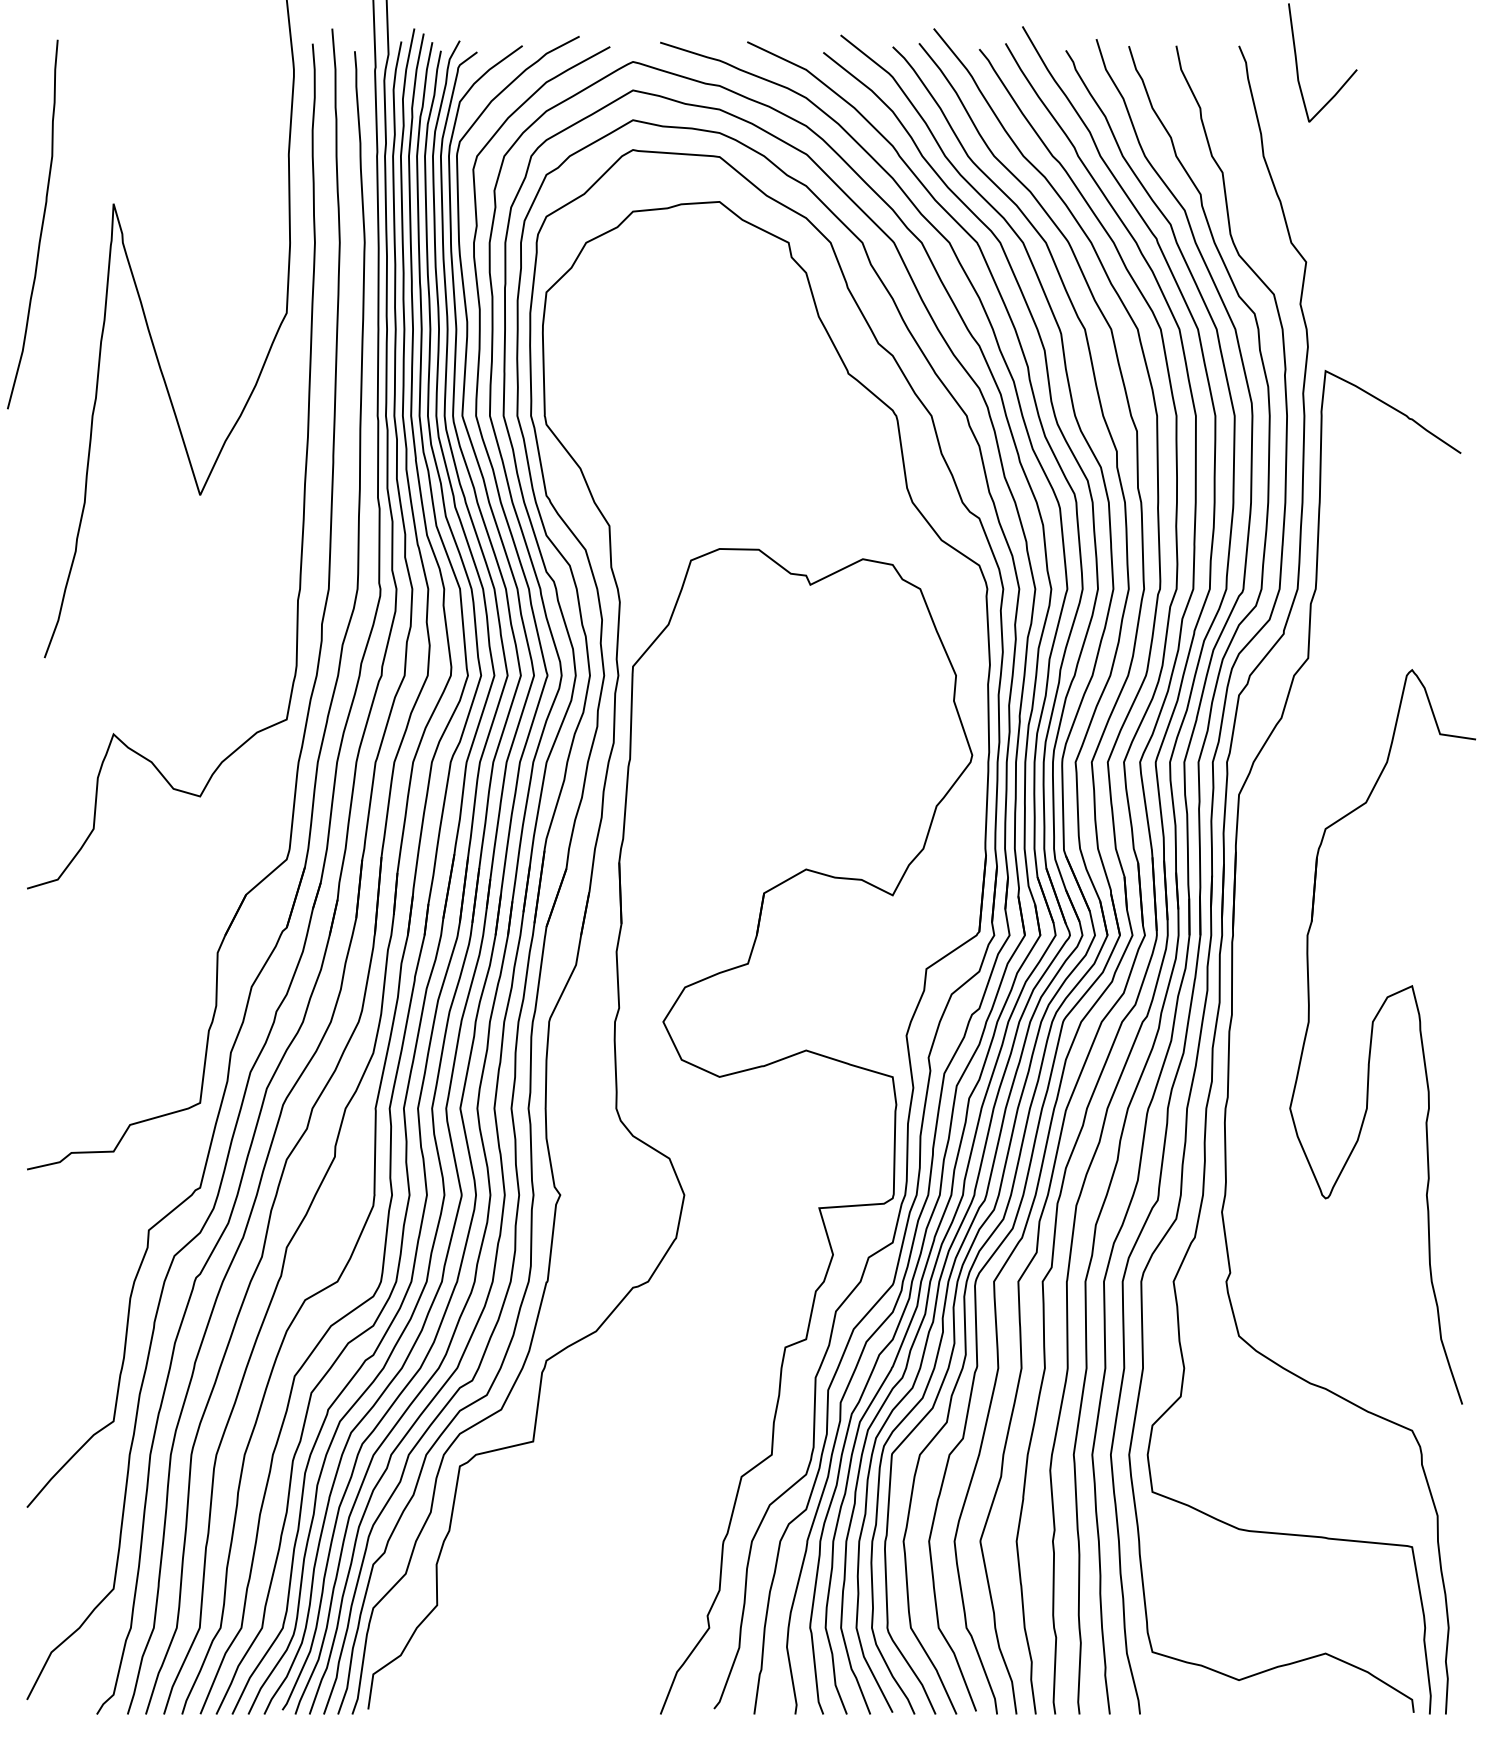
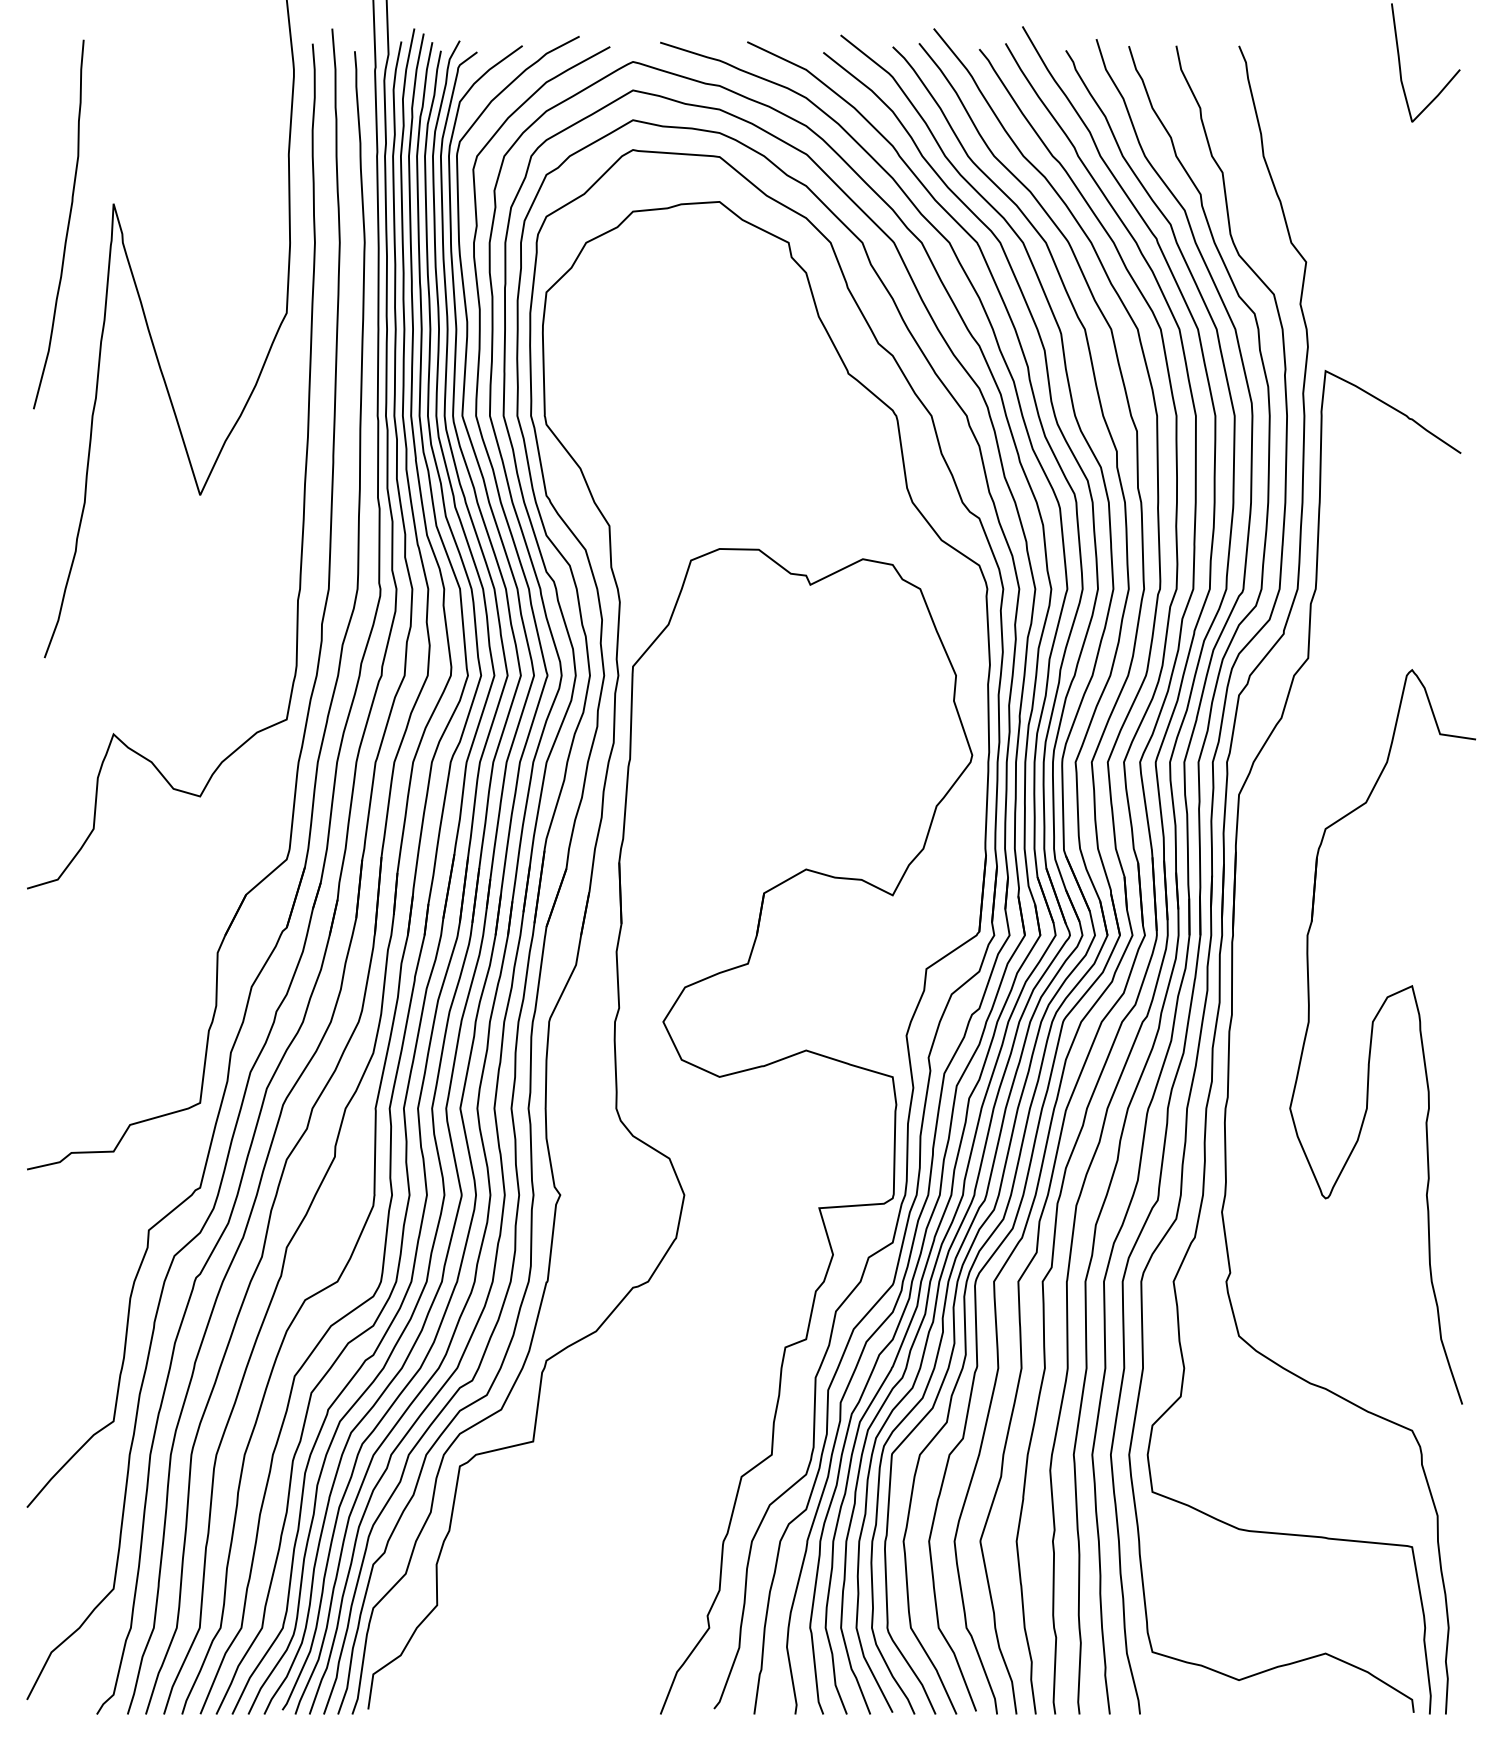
curve at (1297, 62) position: (1297, 62) -> (1400, 62)
curve at (41, 224) position: (41, 224) -> (67, 224)
